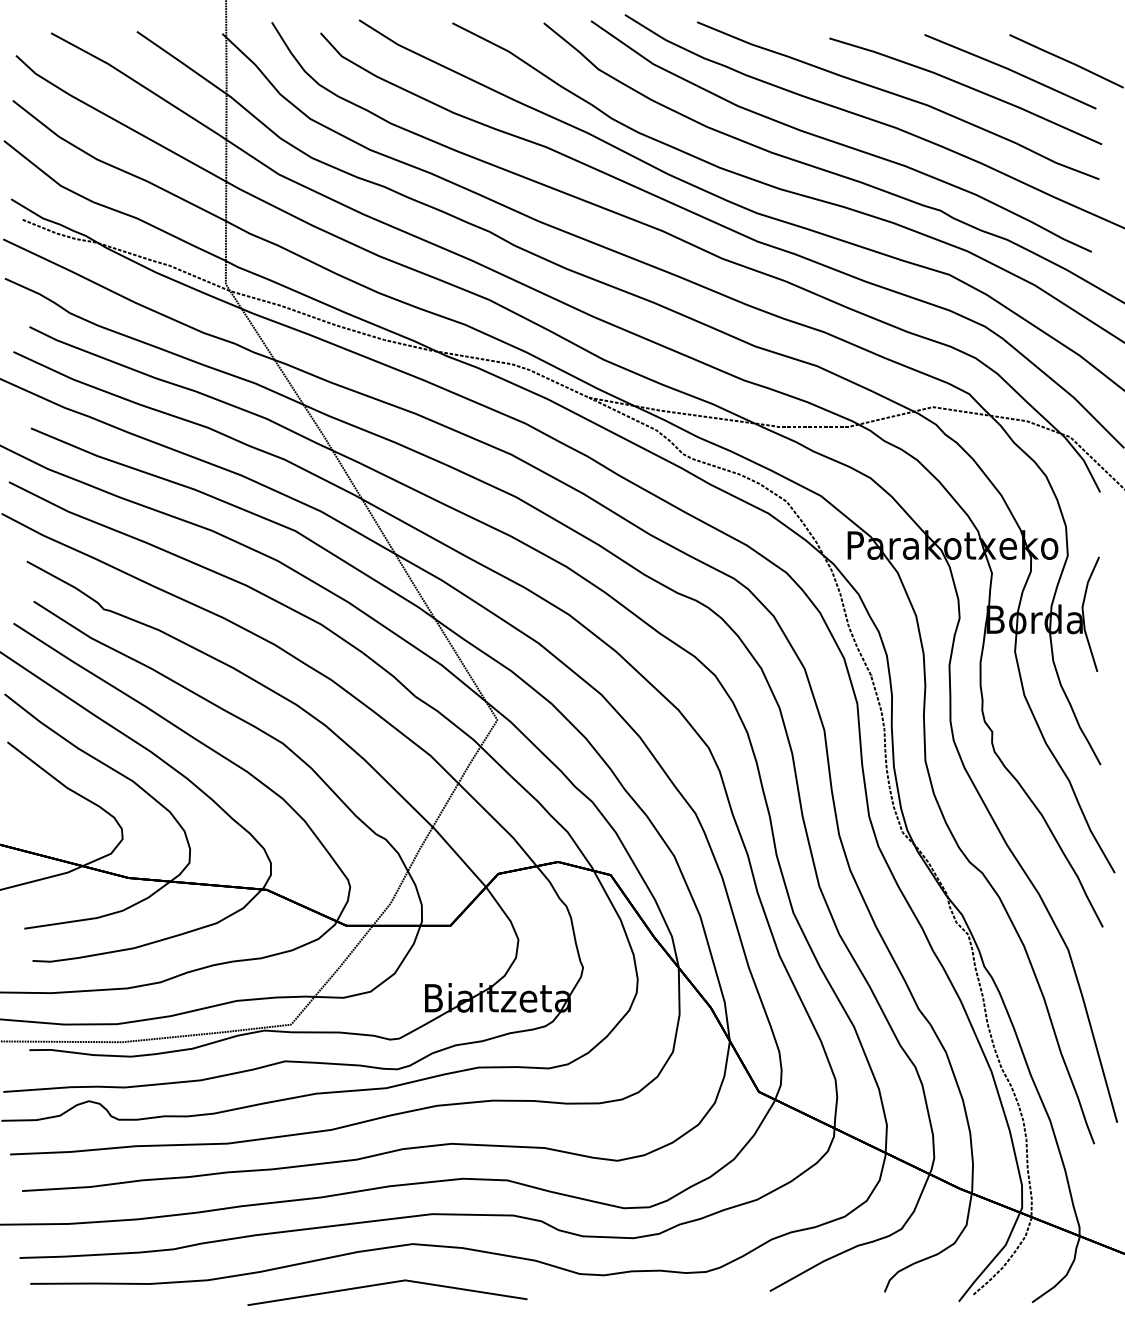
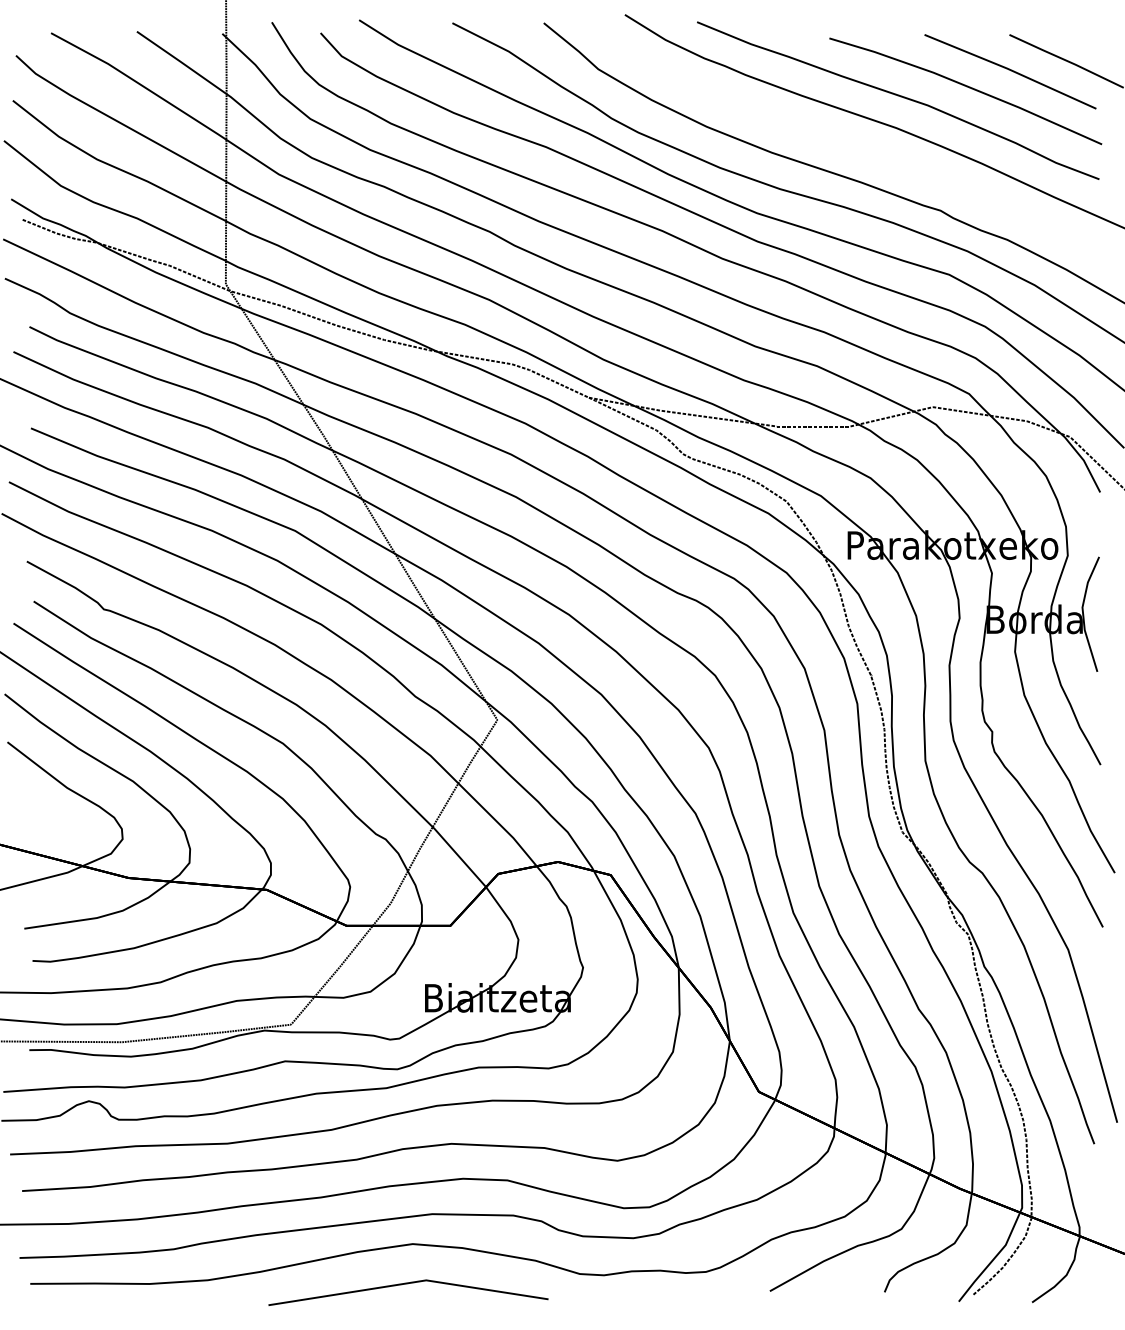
part at (839, 142): present -> none
line at (387, 1284) position: (387, 1284) -> (408, 1284)
